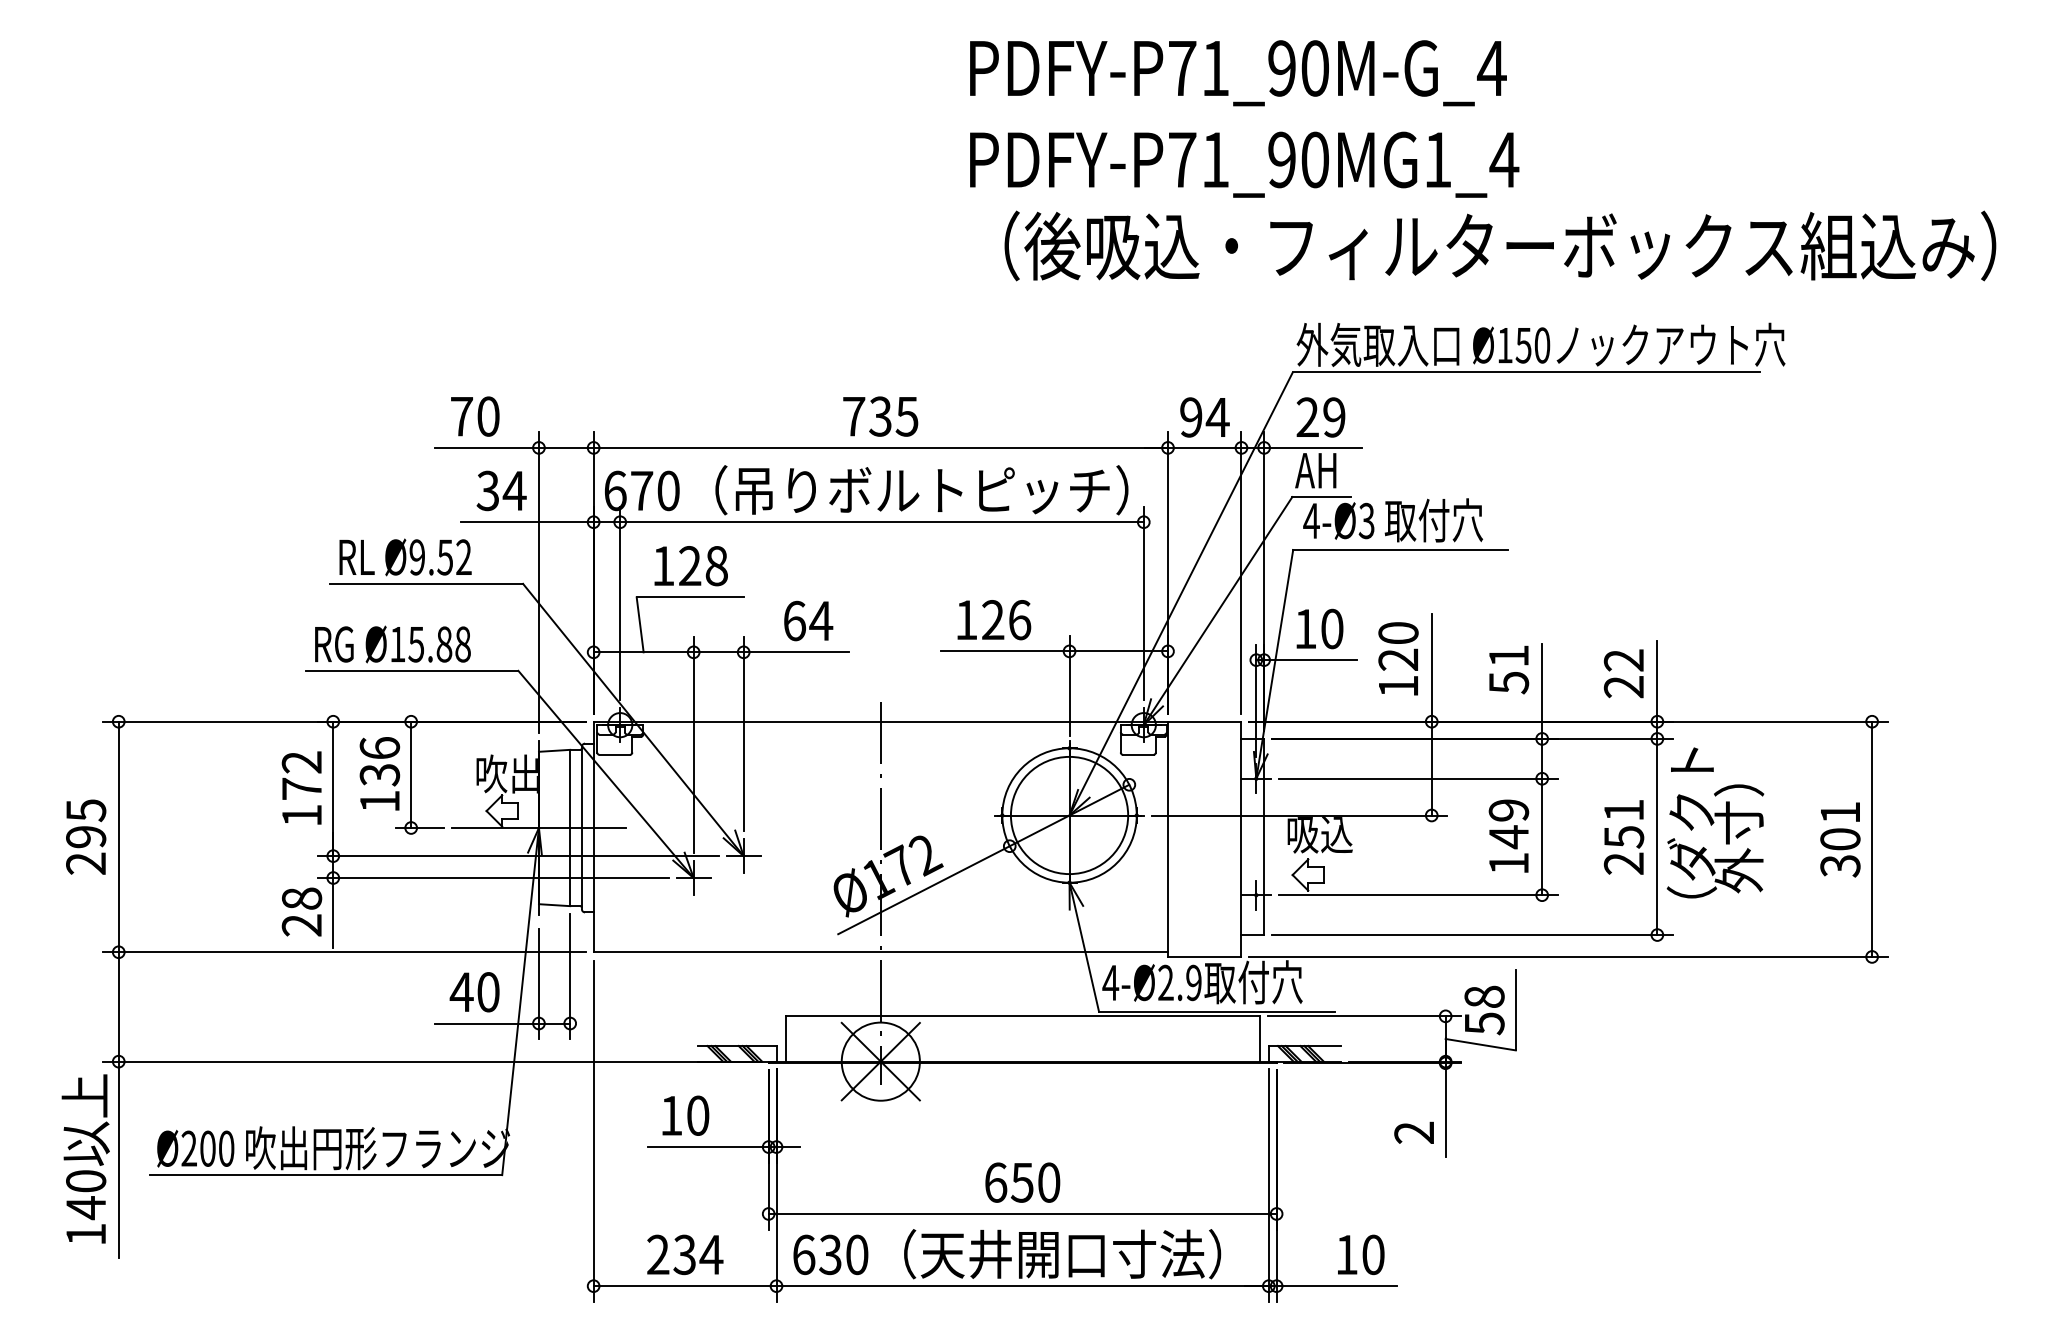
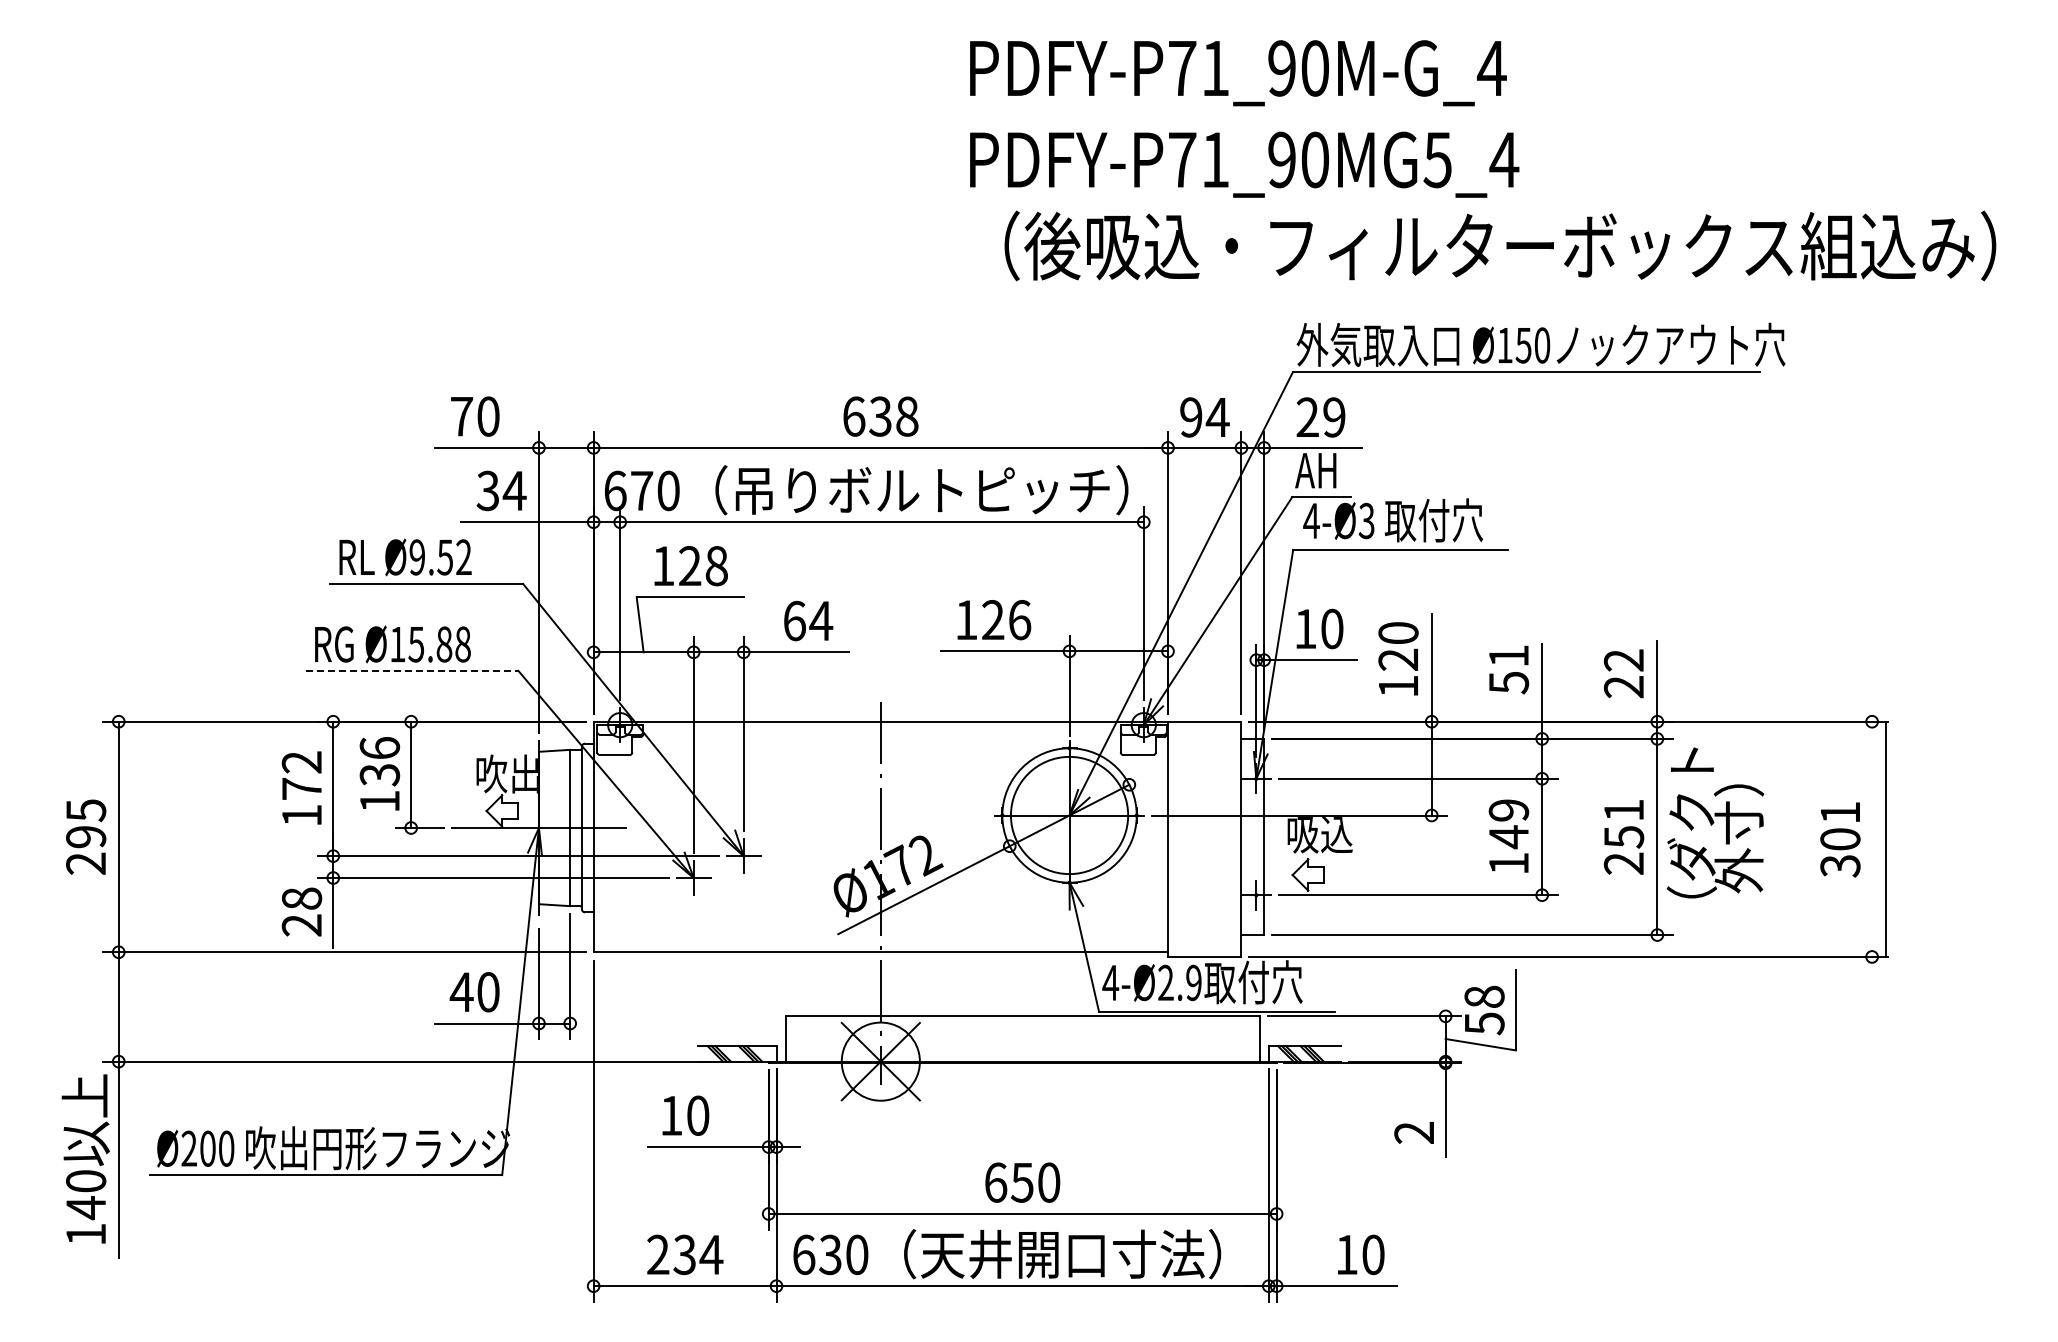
text at (1437, 160): PDFY-P71_90MG1_4 -> PDFY-P71_90MG5_4
text at (880, 416): 735 -> 638
line at (412, 670): solid -> dashed
line at (1872, 838) position: (1872, 838) -> (1886, 838)
